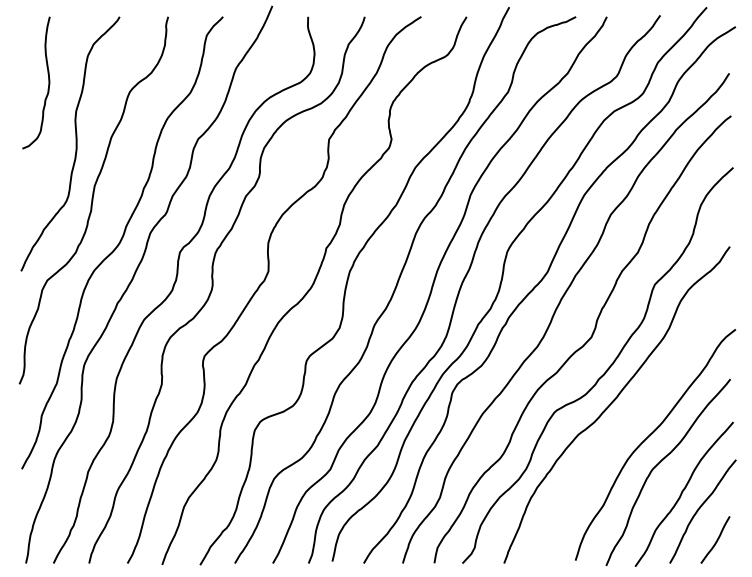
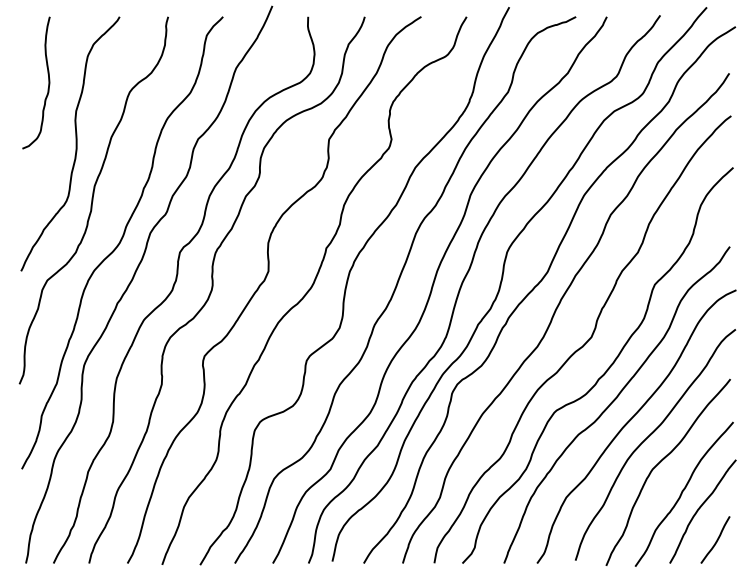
curve at (631, 420): none -> present
